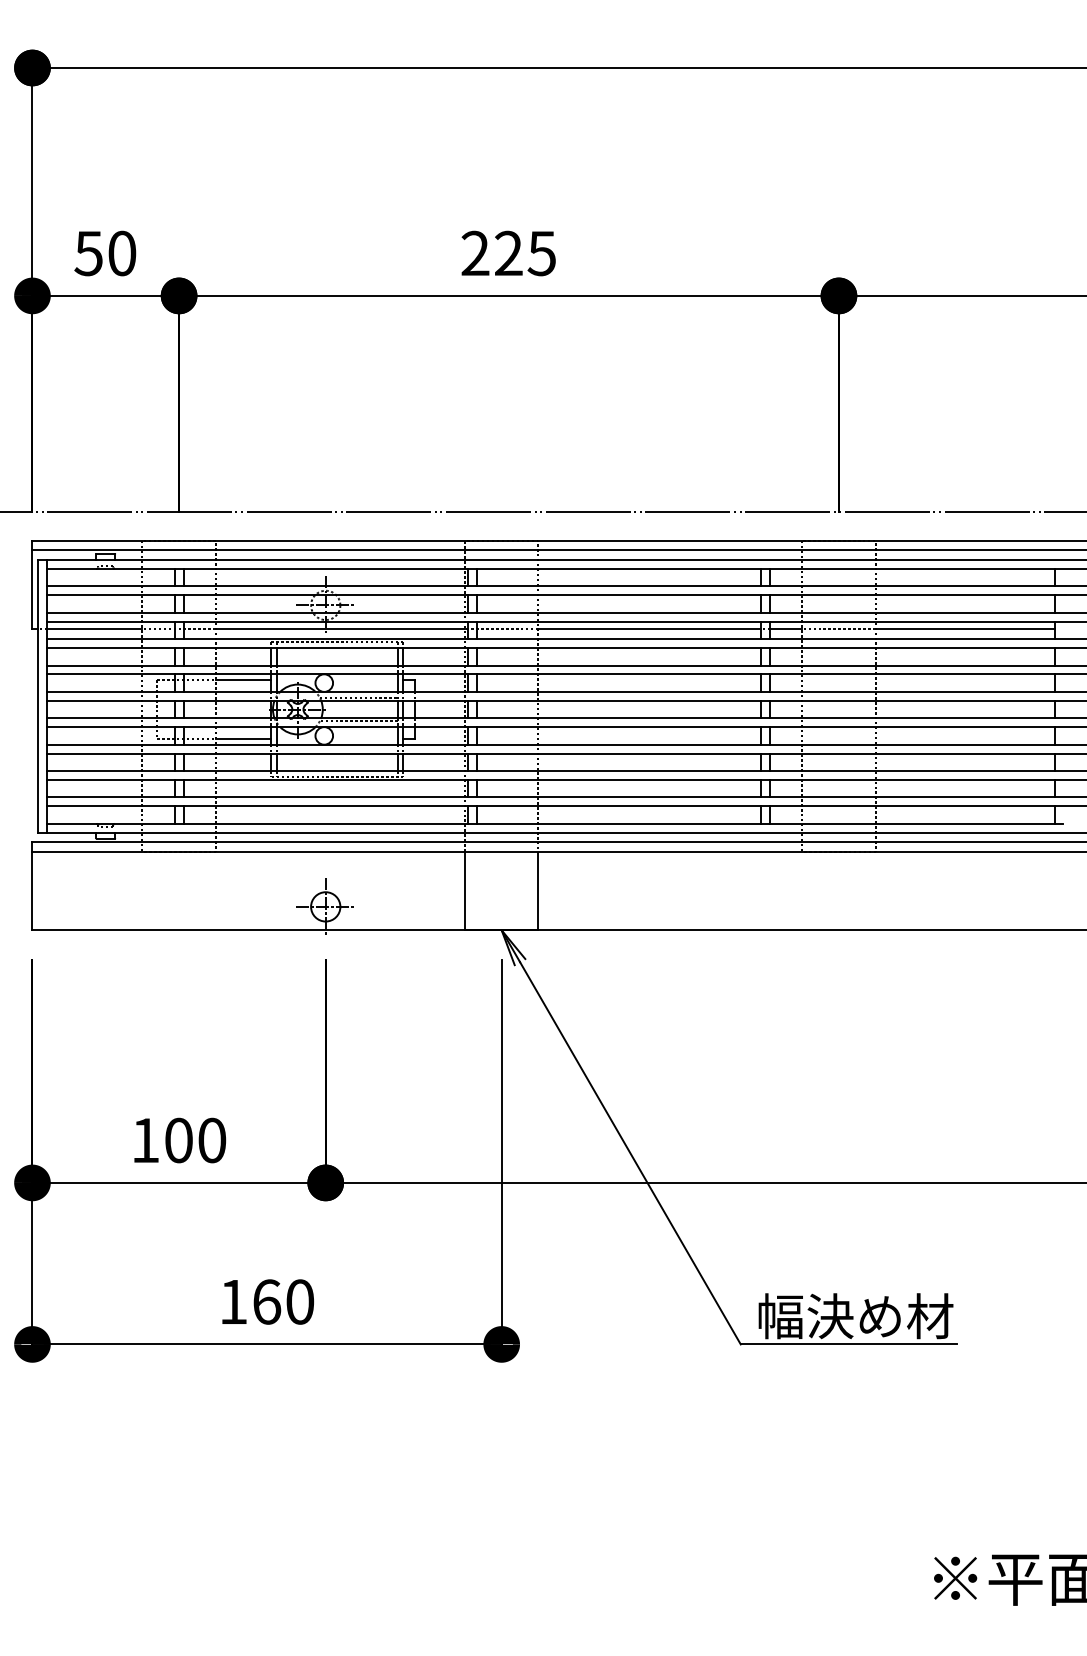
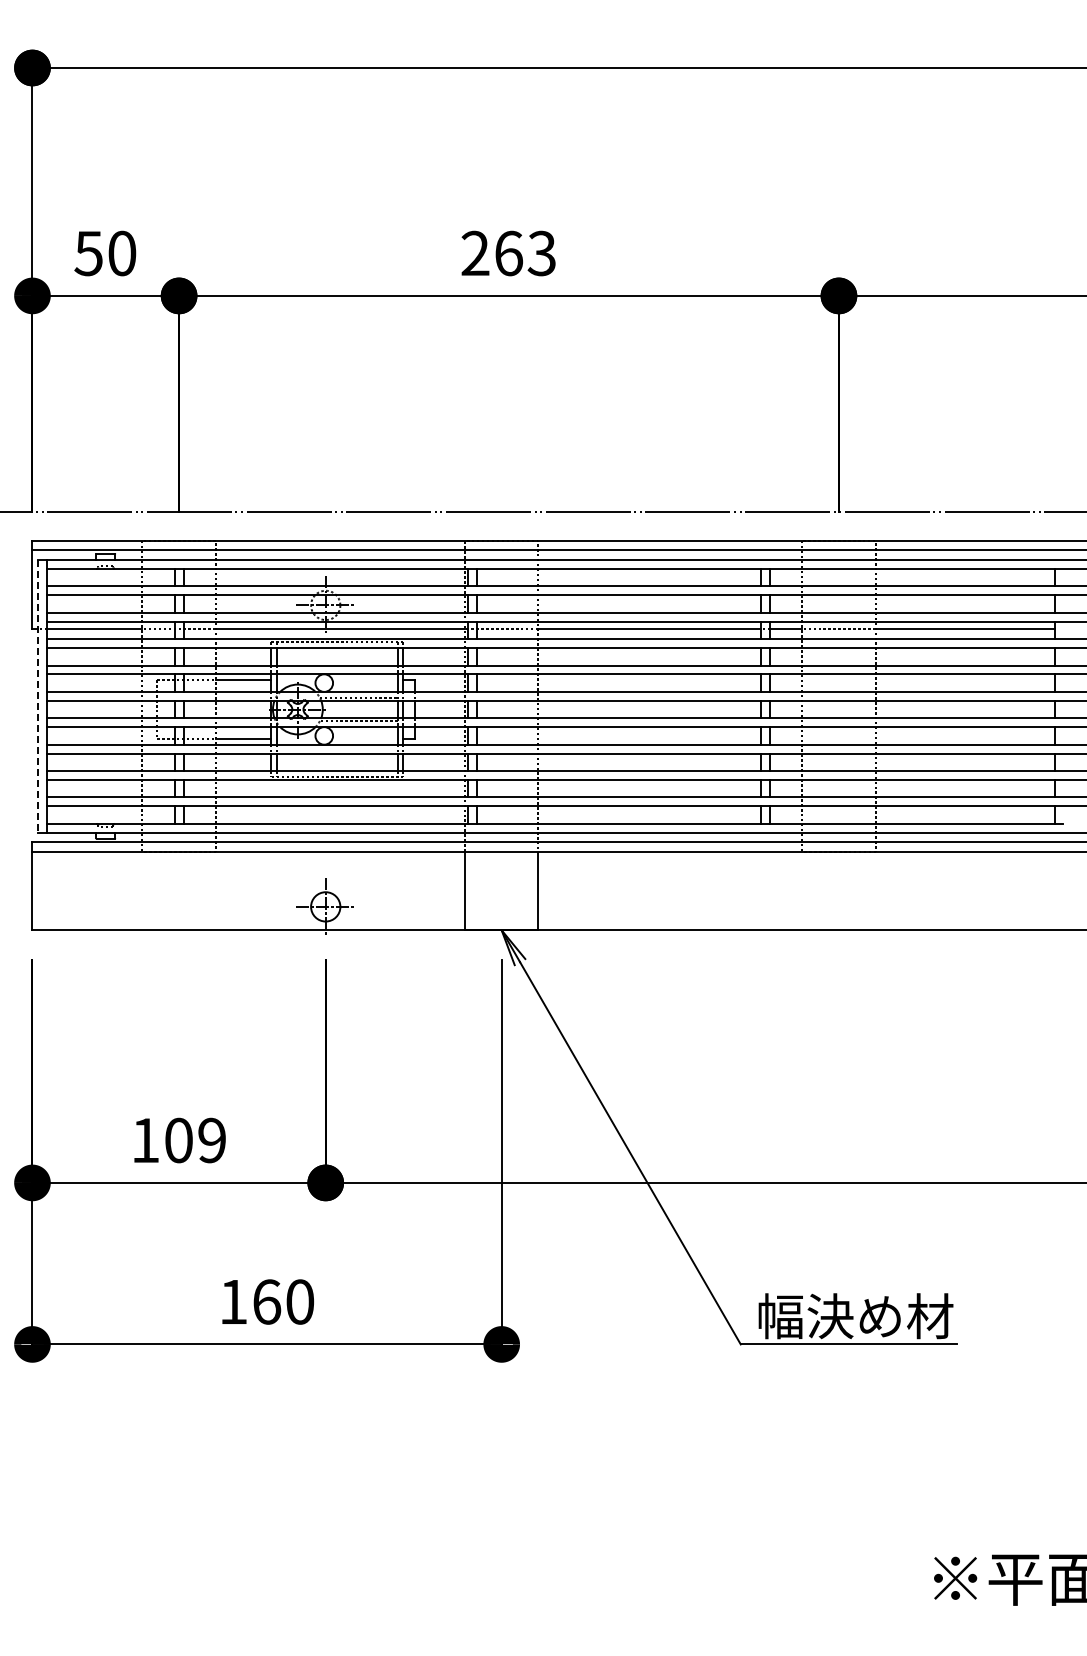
text at (525, 253): 225 -> 263
line at (38, 696): solid -> dashed
text at (212, 1140): 100 -> 109
